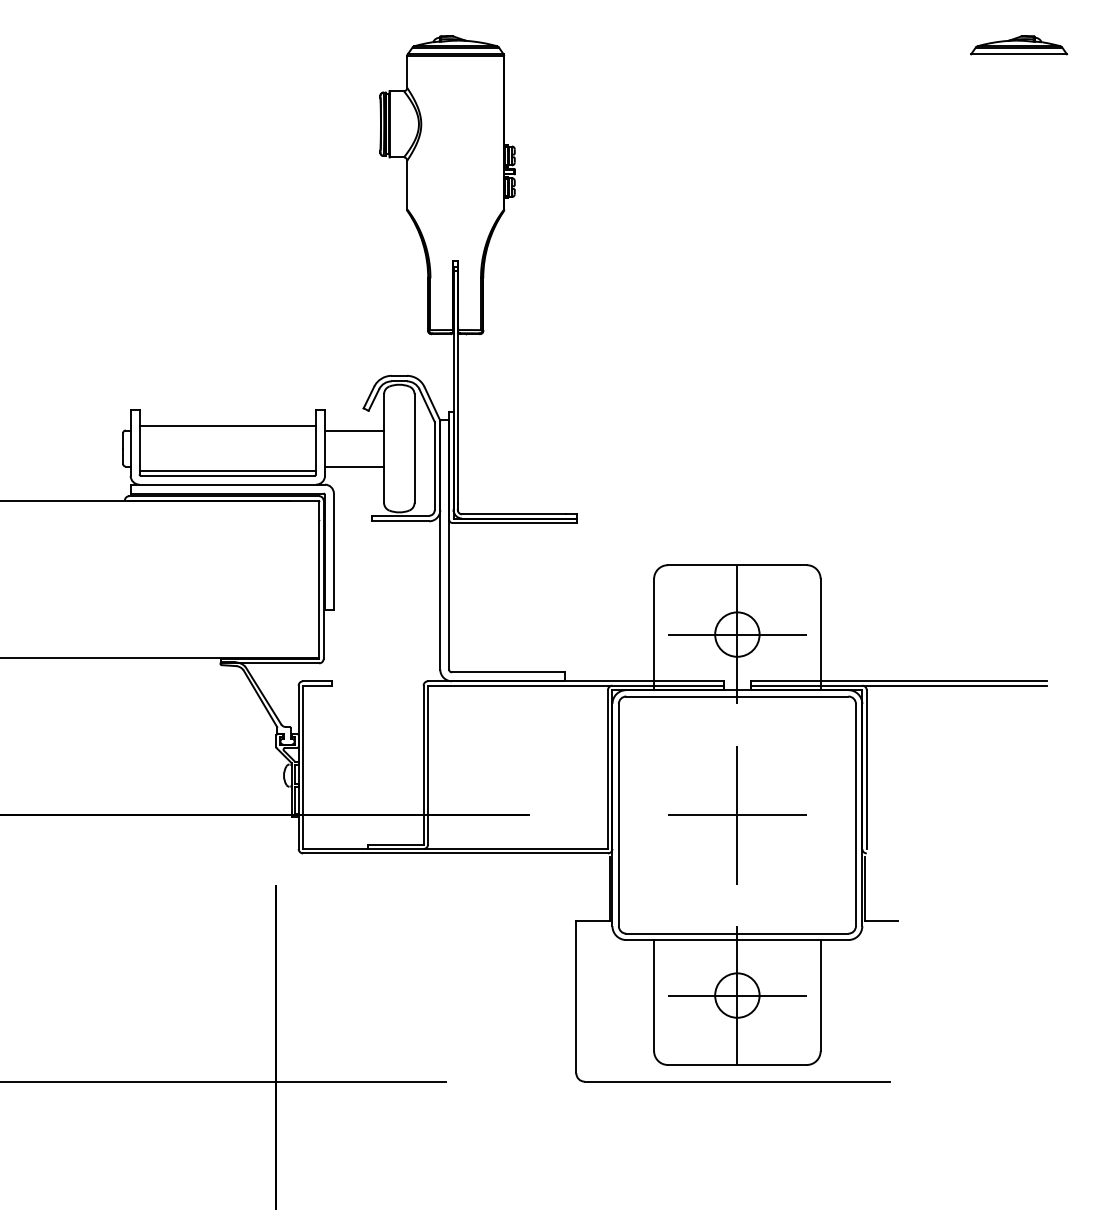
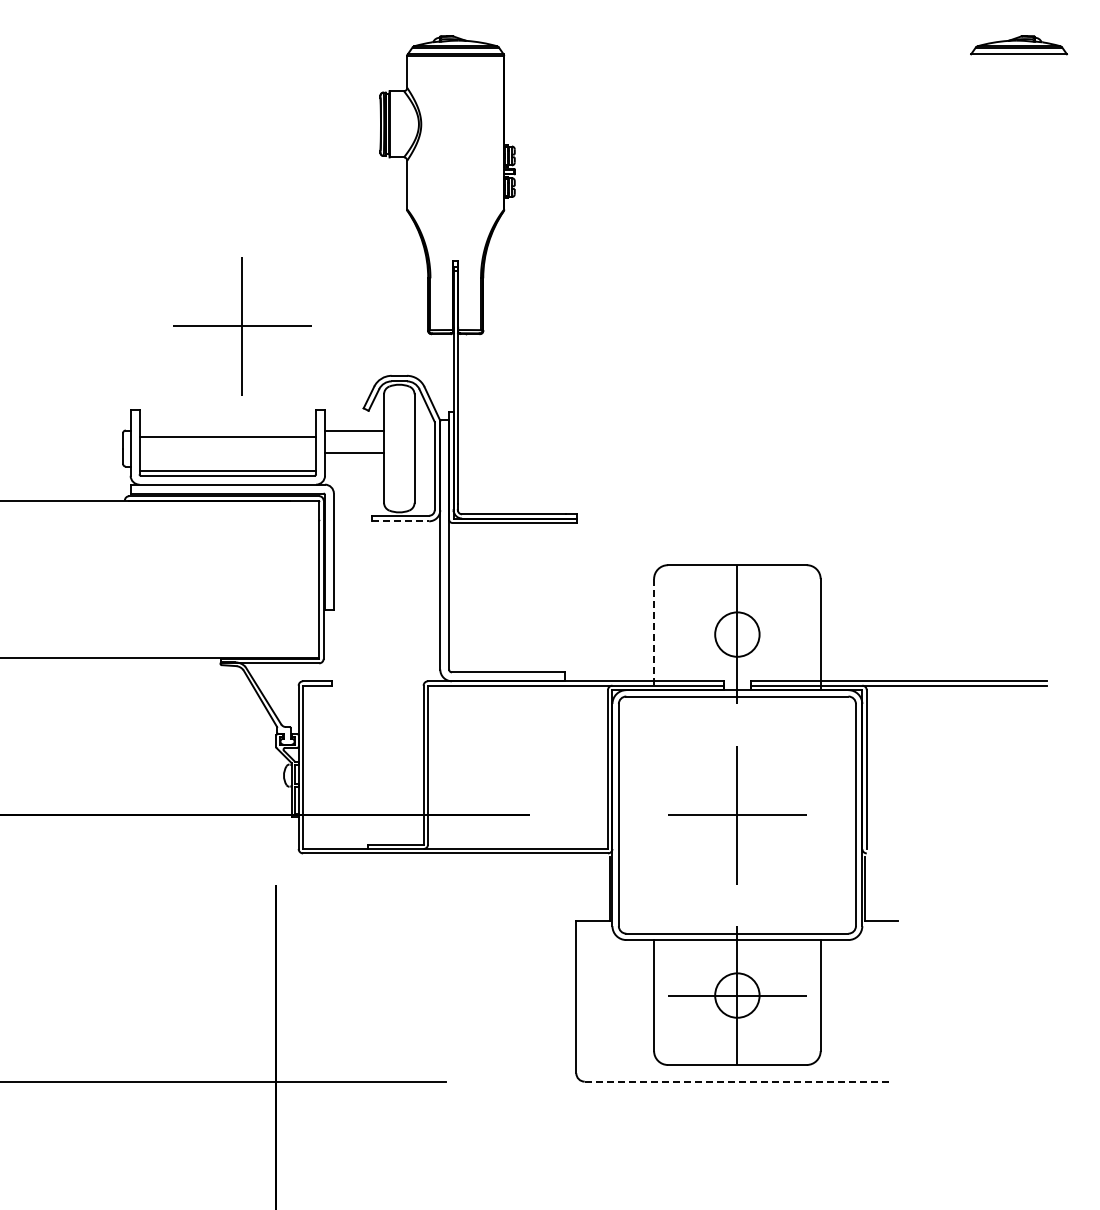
part at (242, 326): none -> present
line at (227, 426) position: (227, 426) -> (227, 437)
line at (354, 466) position: (354, 466) -> (354, 452)
line at (401, 521): solid -> dashed
line at (654, 634): solid -> dashed
line at (736, 634): present -> none
line at (737, 1081): solid -> dashed
